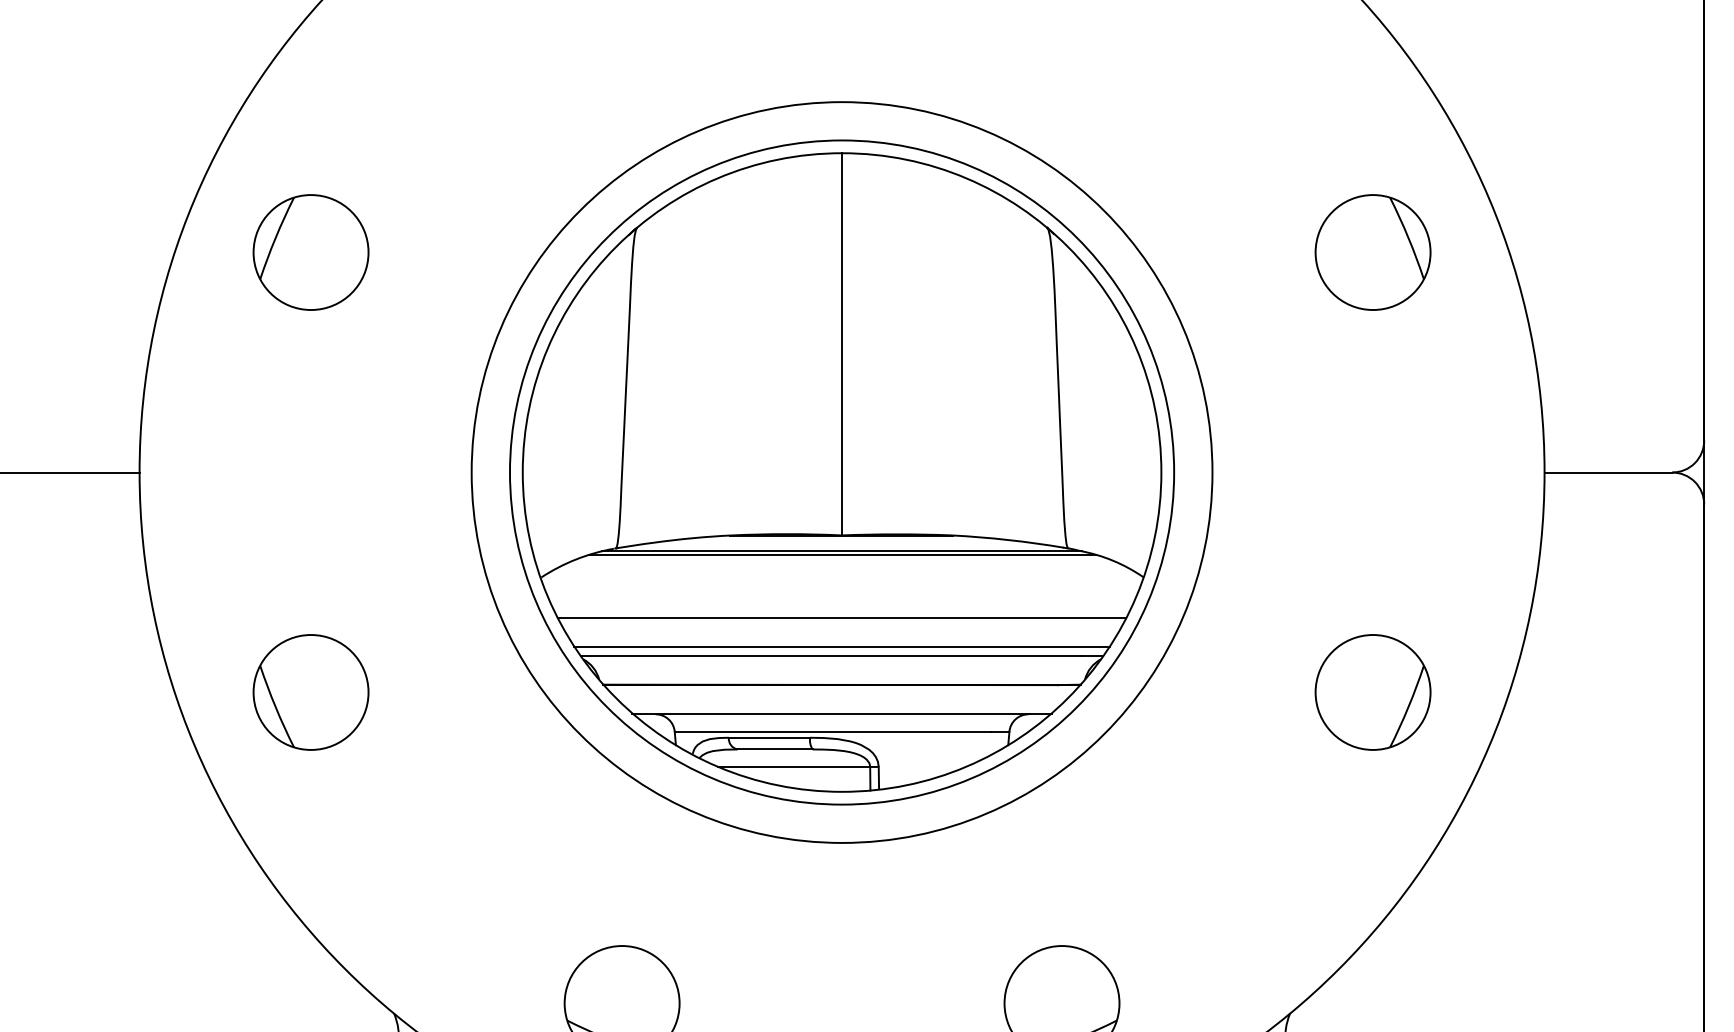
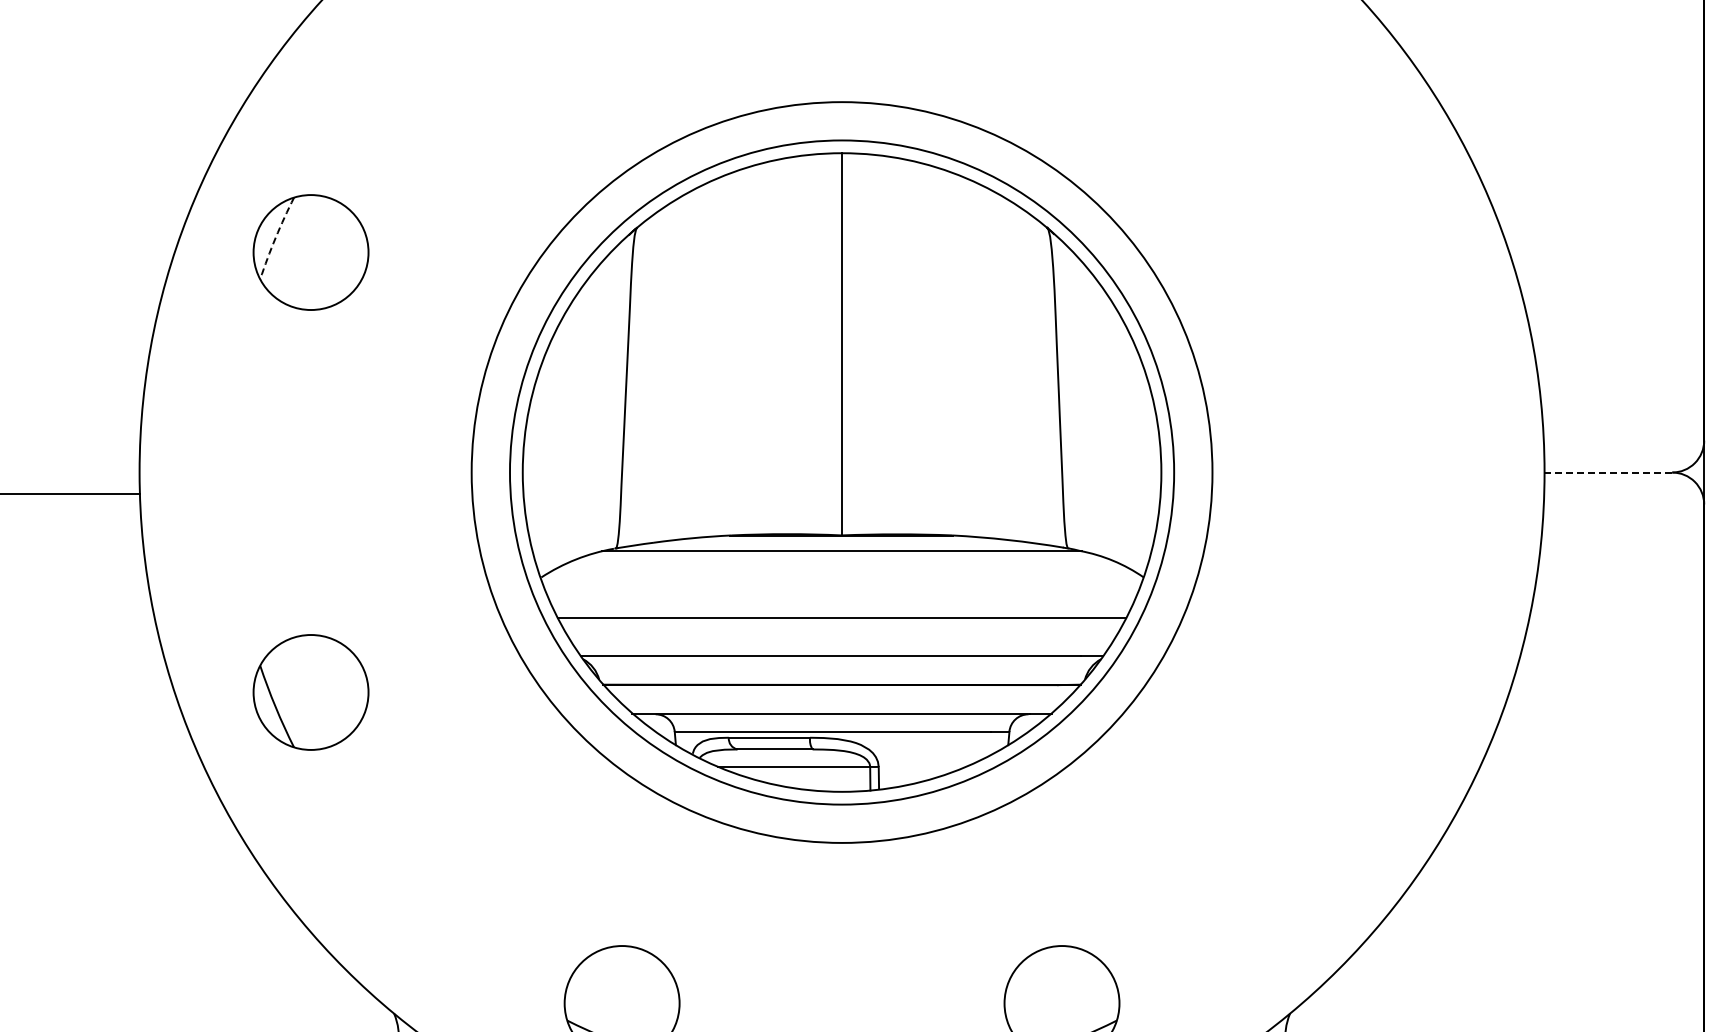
arc at (275, 237): solid -> dashed
part at (1372, 252): present -> none
line at (70, 472) position: (70, 472) -> (70, 493)
line at (1608, 472): solid -> dashed
line at (842, 554): present -> none
line at (841, 646): present -> none
part at (1372, 692): present -> none
